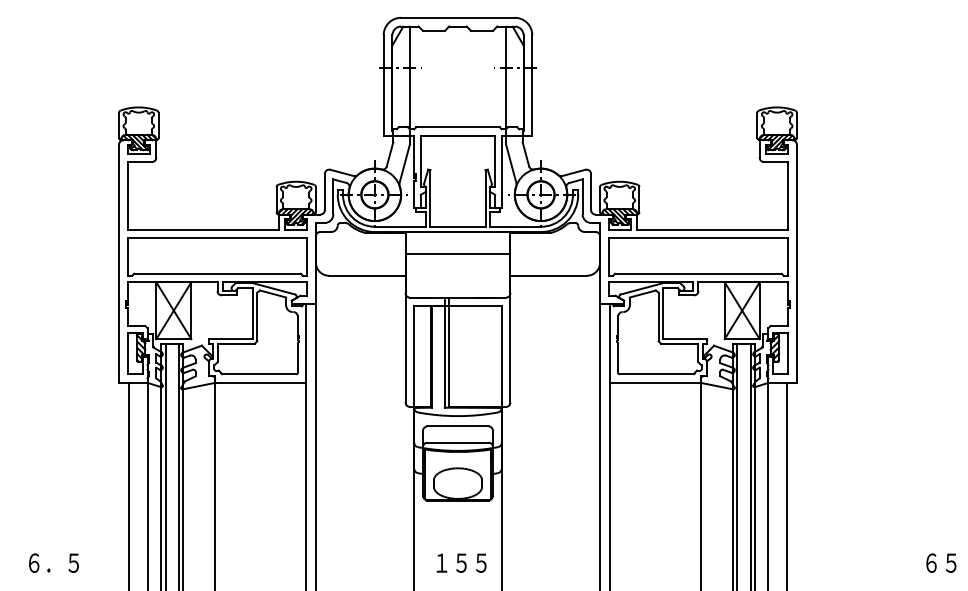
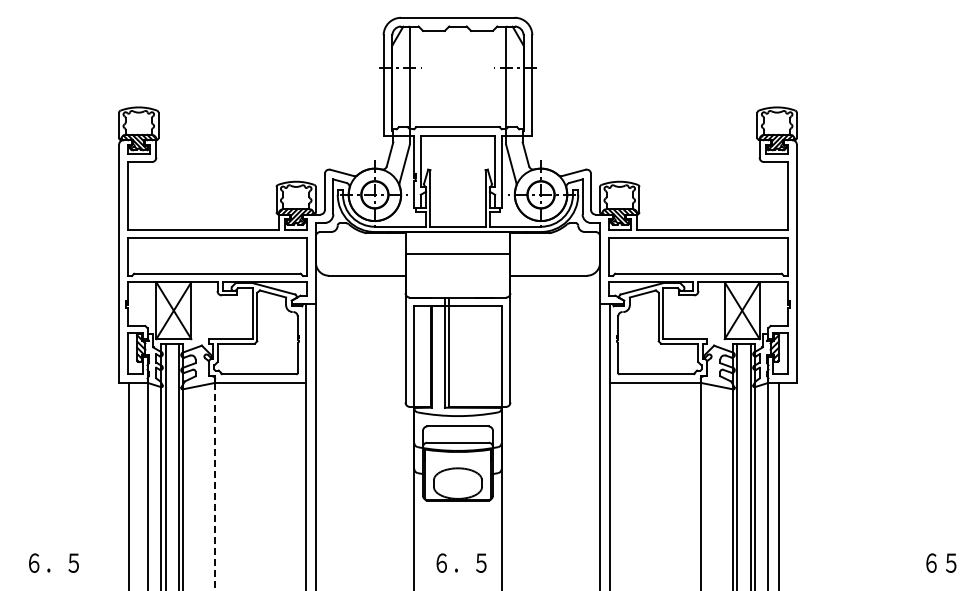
line at (787, 484) position: (787, 484) -> (779, 484)
line at (215, 486): solid -> dashed
text at (451, 562): １５５ -> ６．５
